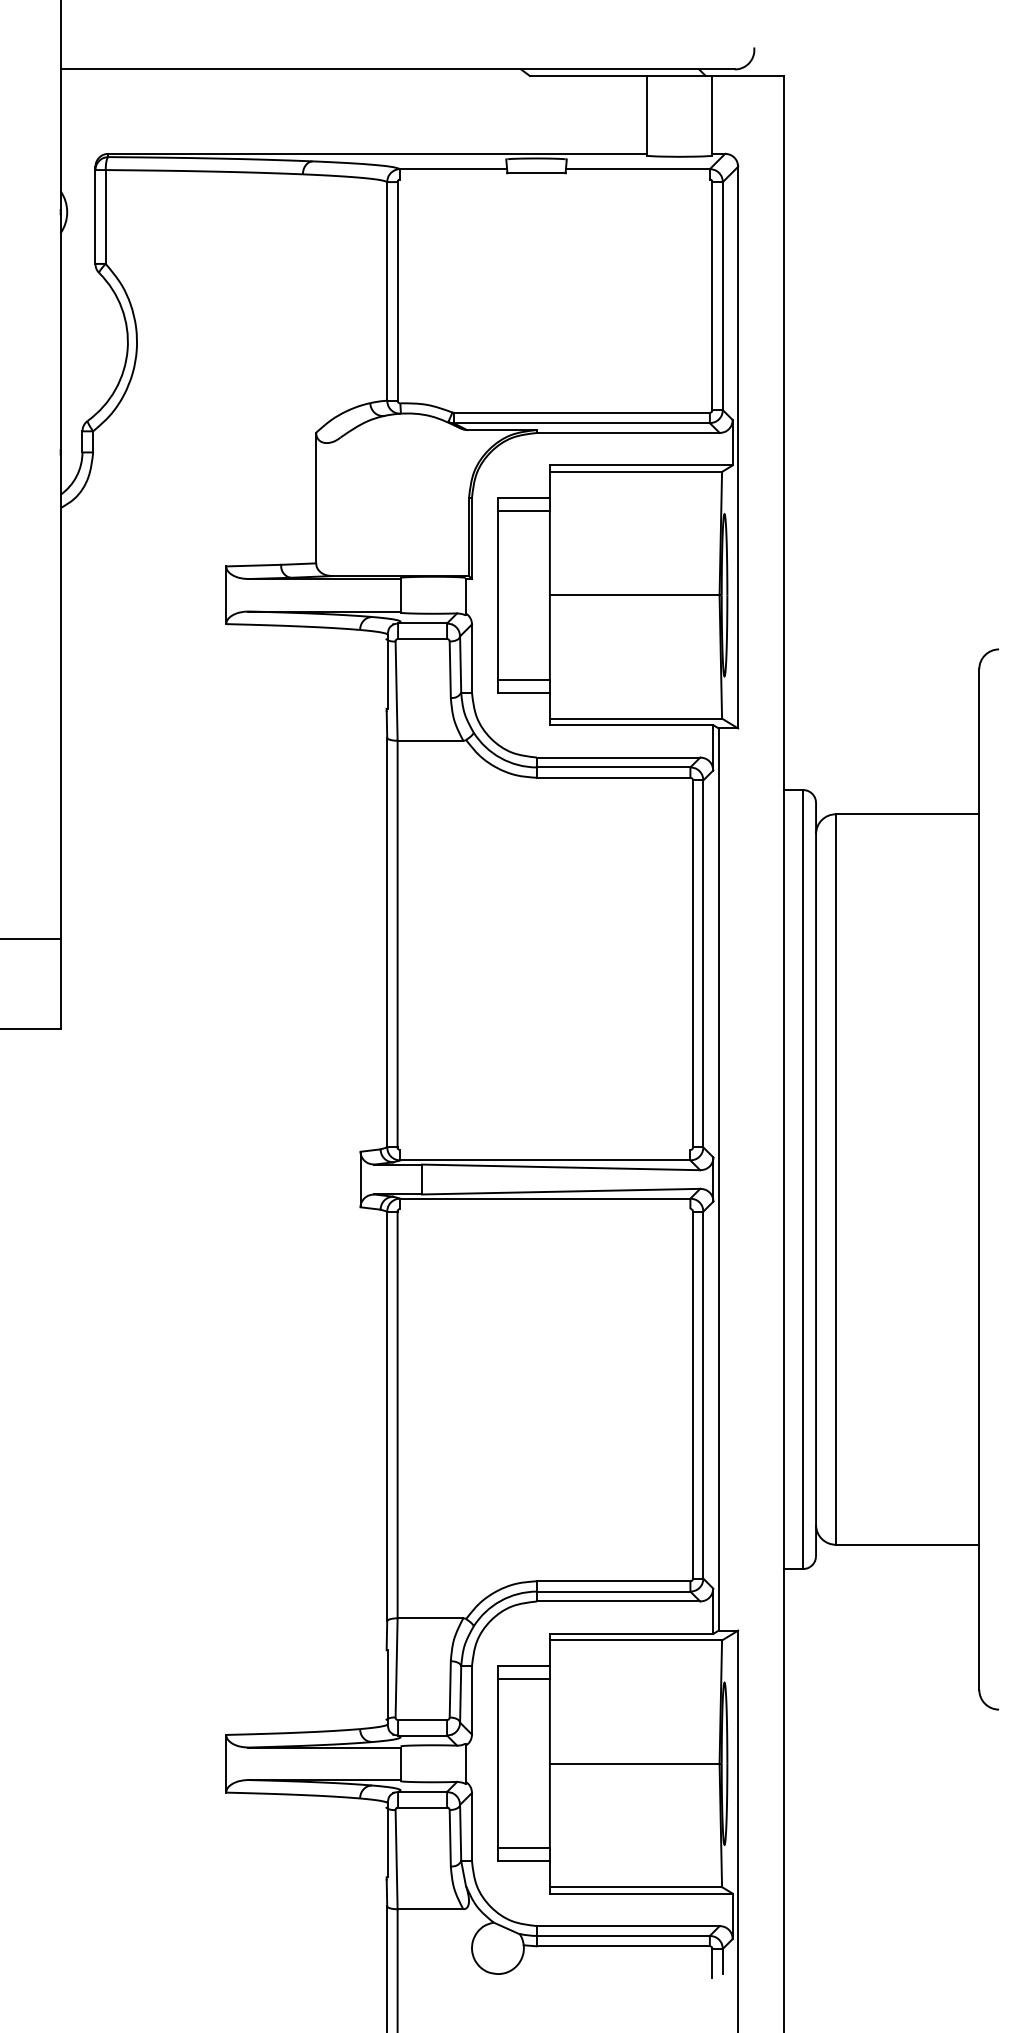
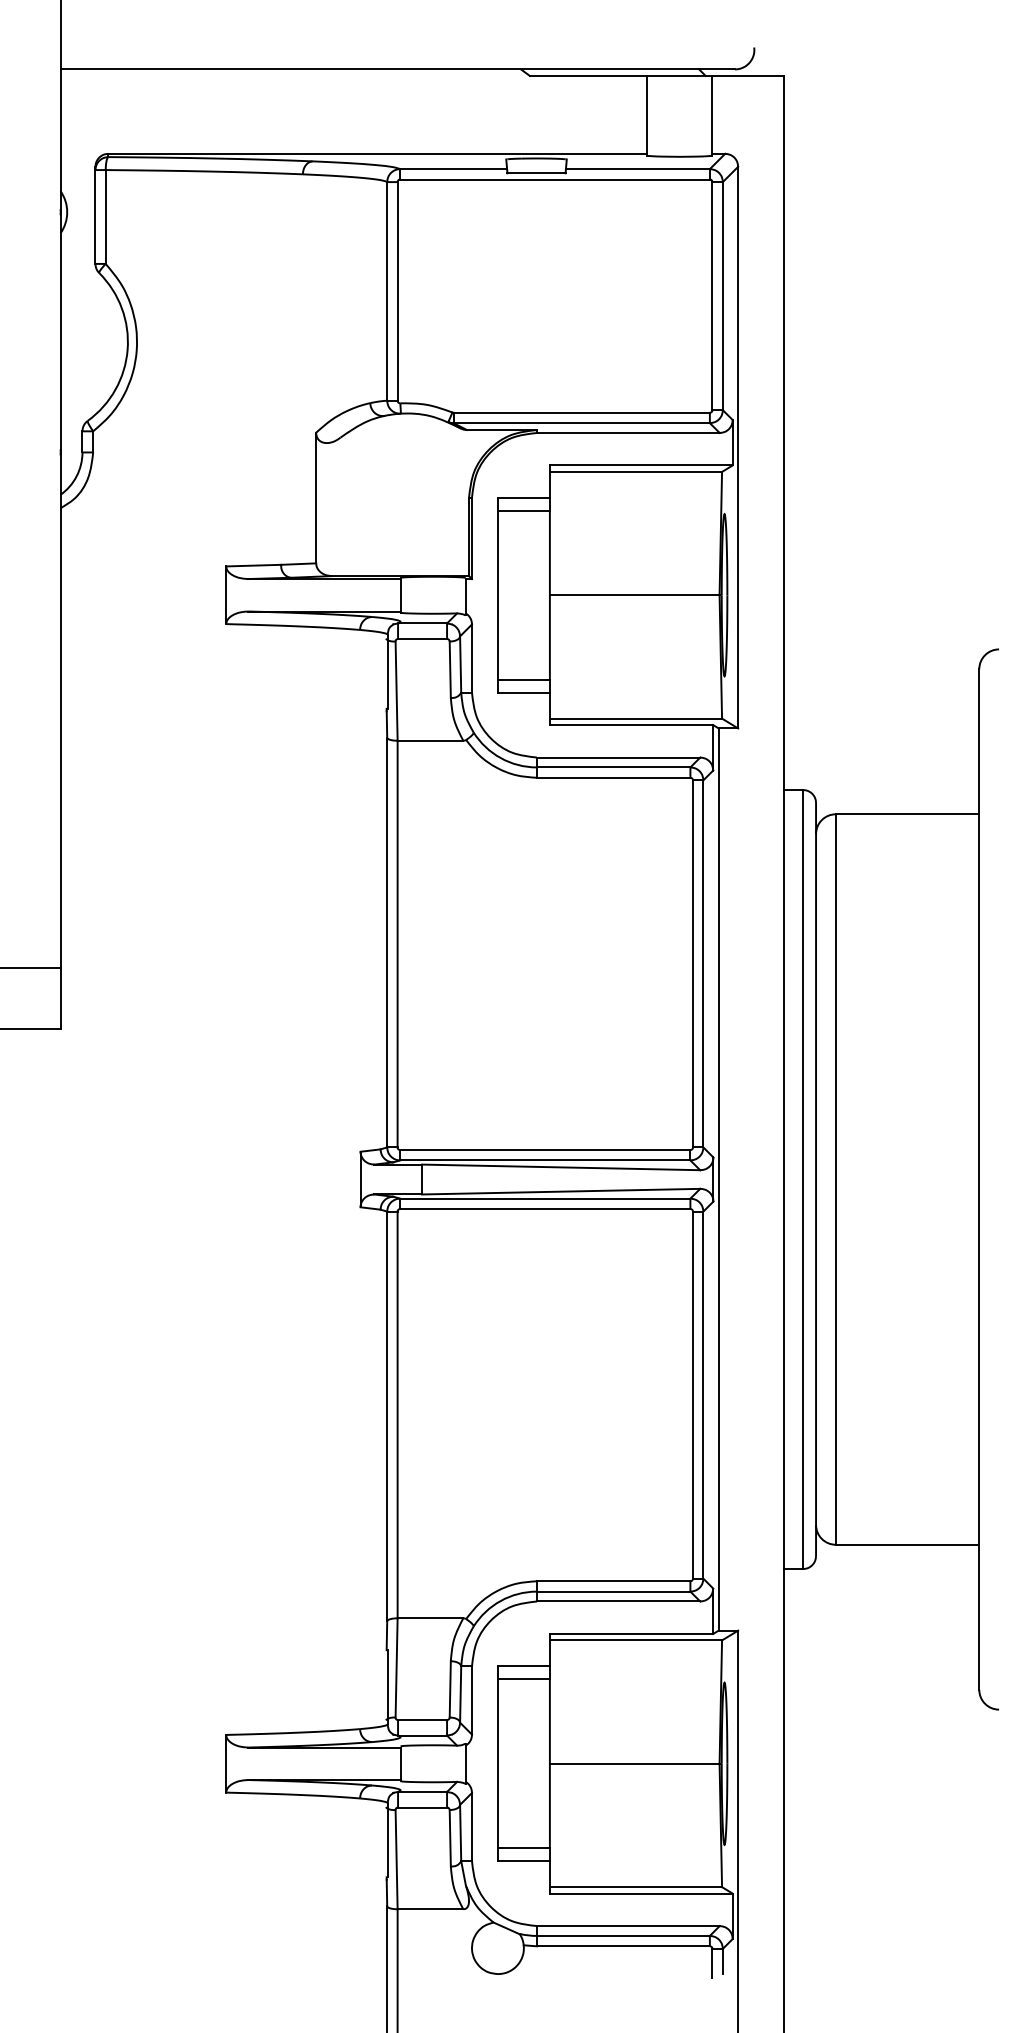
line at (554, 179): none -> present
line at (31, 938) position: (31, 938) -> (31, 967)
line at (545, 1150): none -> present
line at (545, 1209): none -> present
